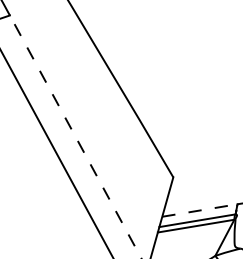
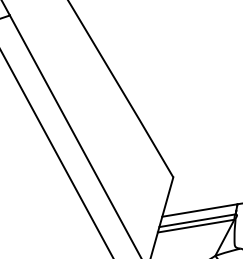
line at (75, 136): dashed -> solid
line at (200, 210): dashed -> solid
